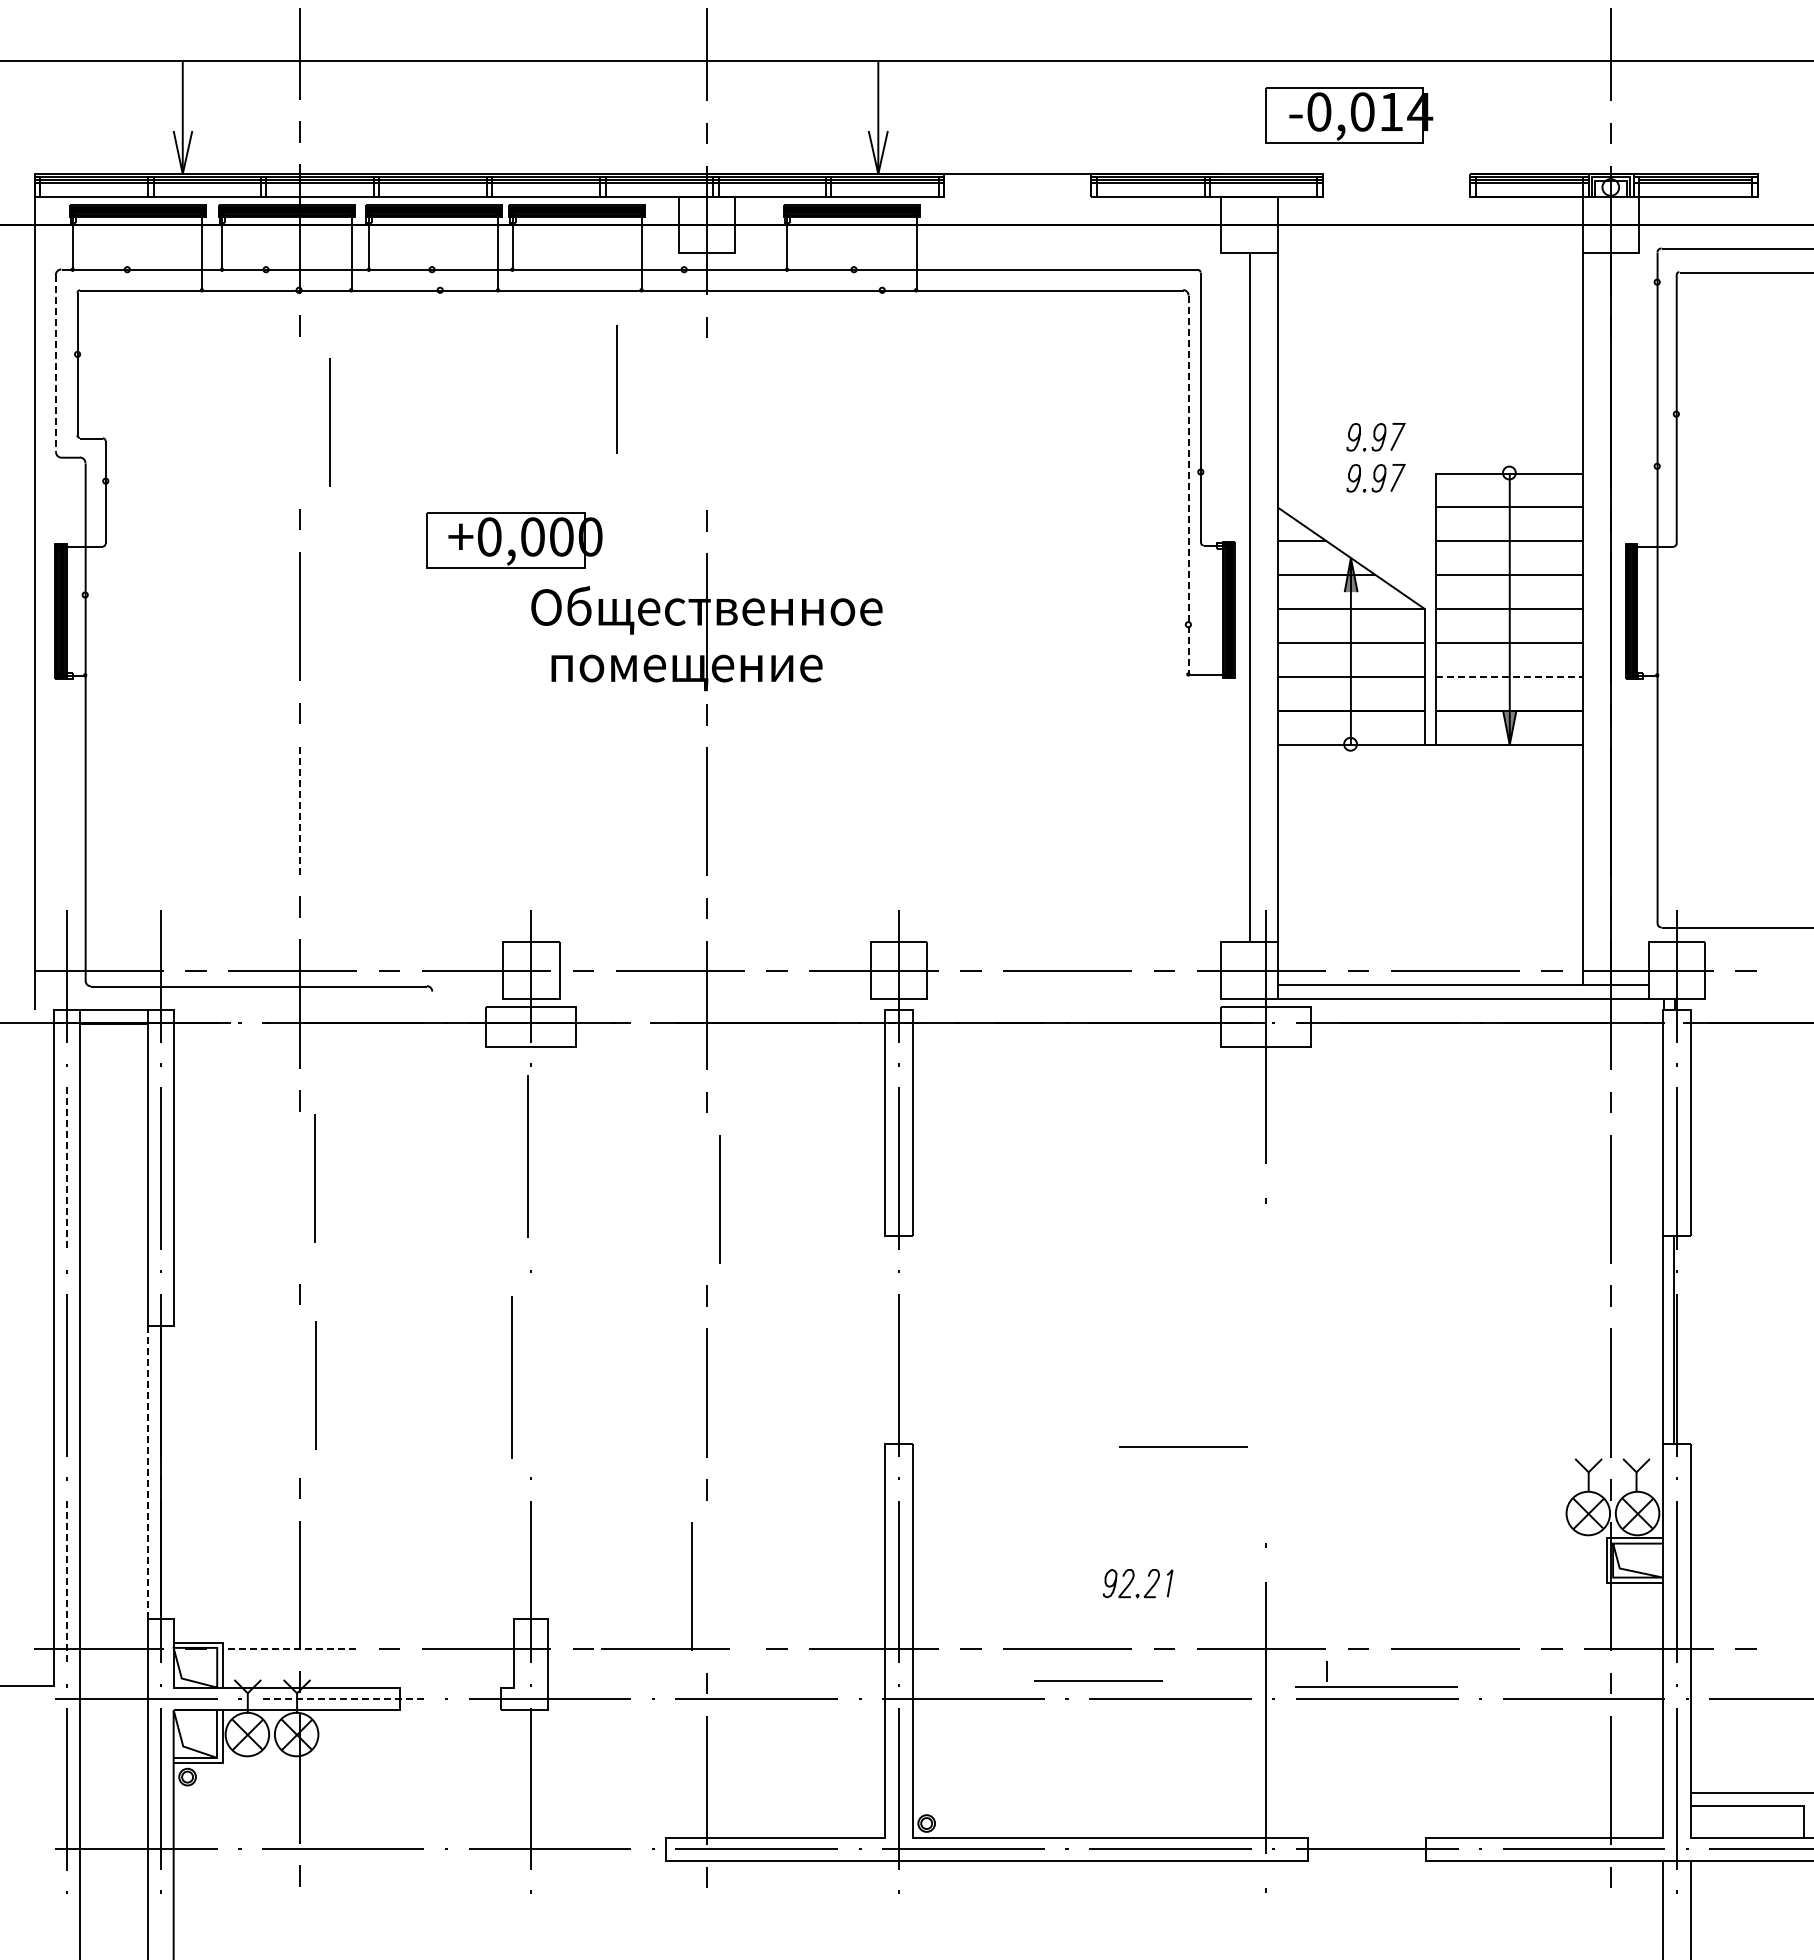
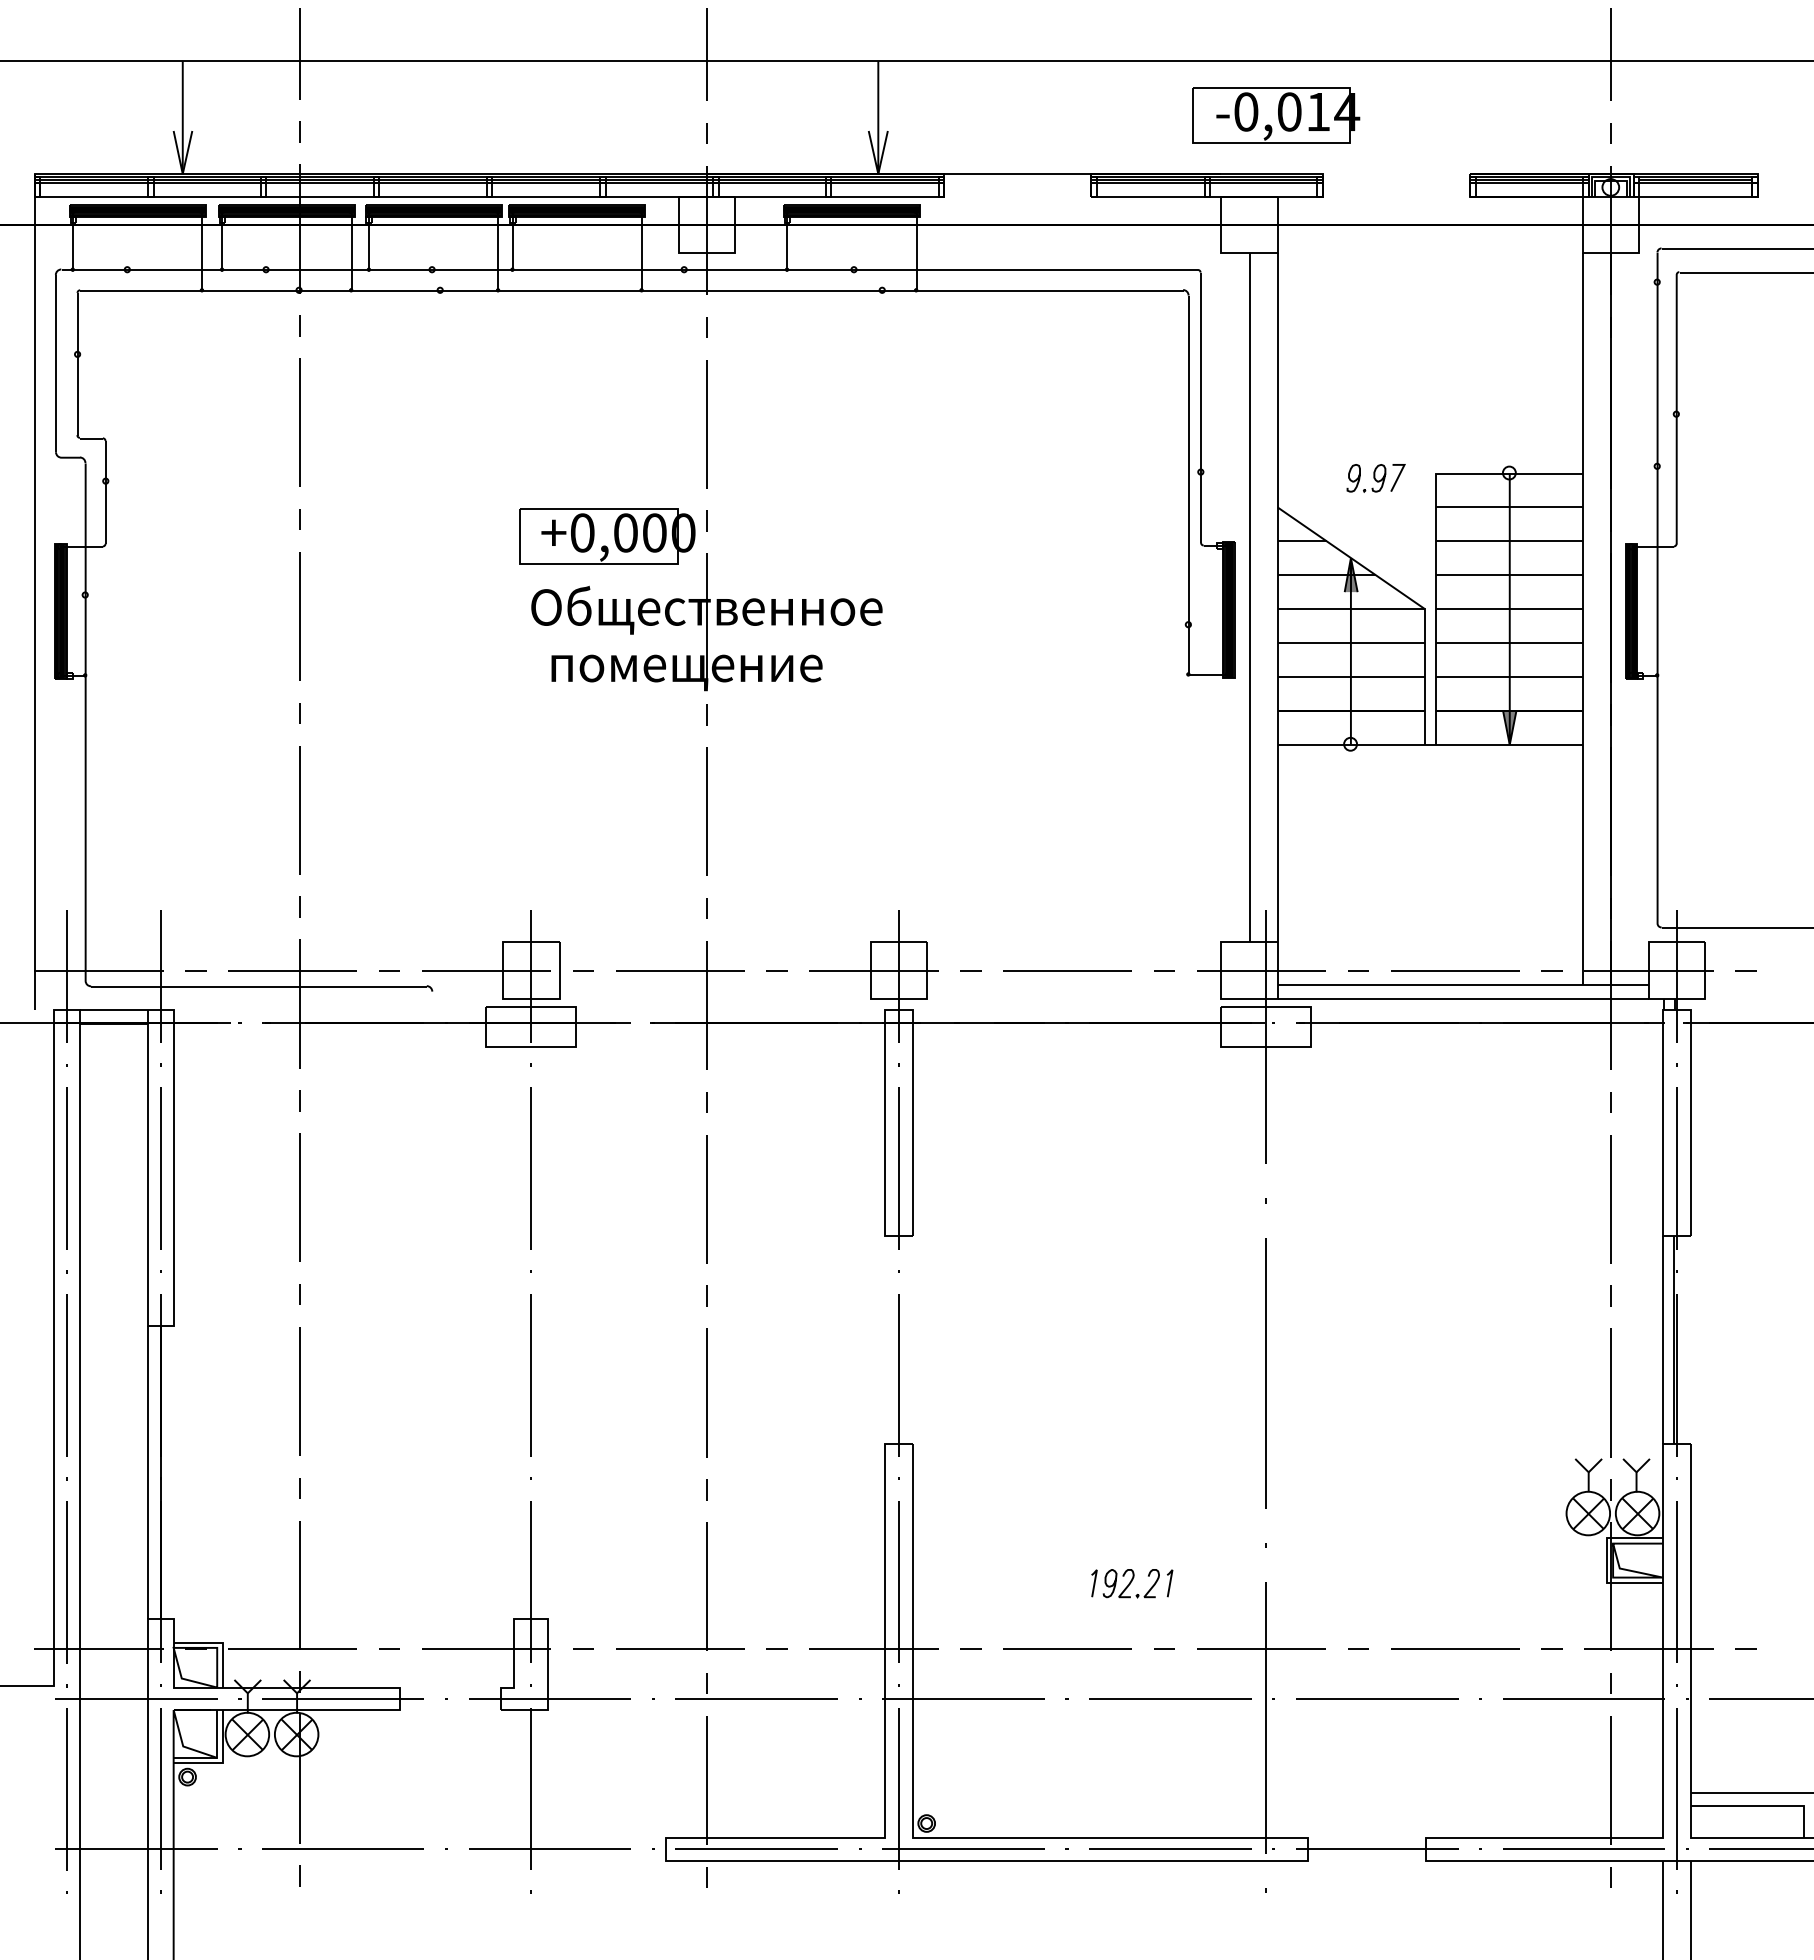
part at (1349, 115) position: (1349, 115) -> (1276, 115)
line at (56, 364): dashed -> solid
line at (616, 389) position: (616, 389) -> (706, 424)
line at (329, 422) position: (329, 422) -> (299, 422)
part at (1375, 437): present -> none
line at (1188, 486): dashed -> solid
part at (514, 540) position: (514, 540) -> (607, 536)
line at (1510, 676): dashed -> solid
line at (300, 810): dashed -> solid
line at (527, 1156) position: (527, 1156) -> (530, 1168)
line at (66, 1168): dashed -> solid
line at (314, 1178) position: (314, 1178) -> (299, 1197)
line at (719, 1199) position: (719, 1199) -> (706, 1199)
line at (1265, 1373): none -> present
line at (511, 1377) position: (511, 1377) -> (530, 1375)
line at (315, 1385) position: (315, 1385) -> (299, 1391)
line at (1183, 1446): present -> none
line at (147, 1473): dashed -> solid
line at (66, 1582): dashed -> solid
line at (1094, 1583): none -> present
part at (691, 1586) position: (691, 1586) -> (706, 1586)
line at (292, 1648): dashed -> solid
line at (1098, 1680): present -> none
part at (1376, 1686): present -> none
line at (342, 1699): dashed -> solid
